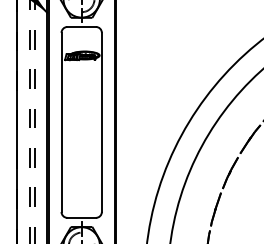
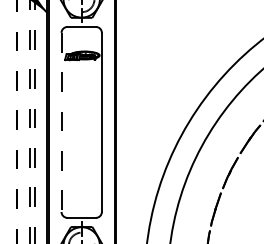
line at (17, 121): solid -> dashed
line at (61, 122): solid -> dashed
